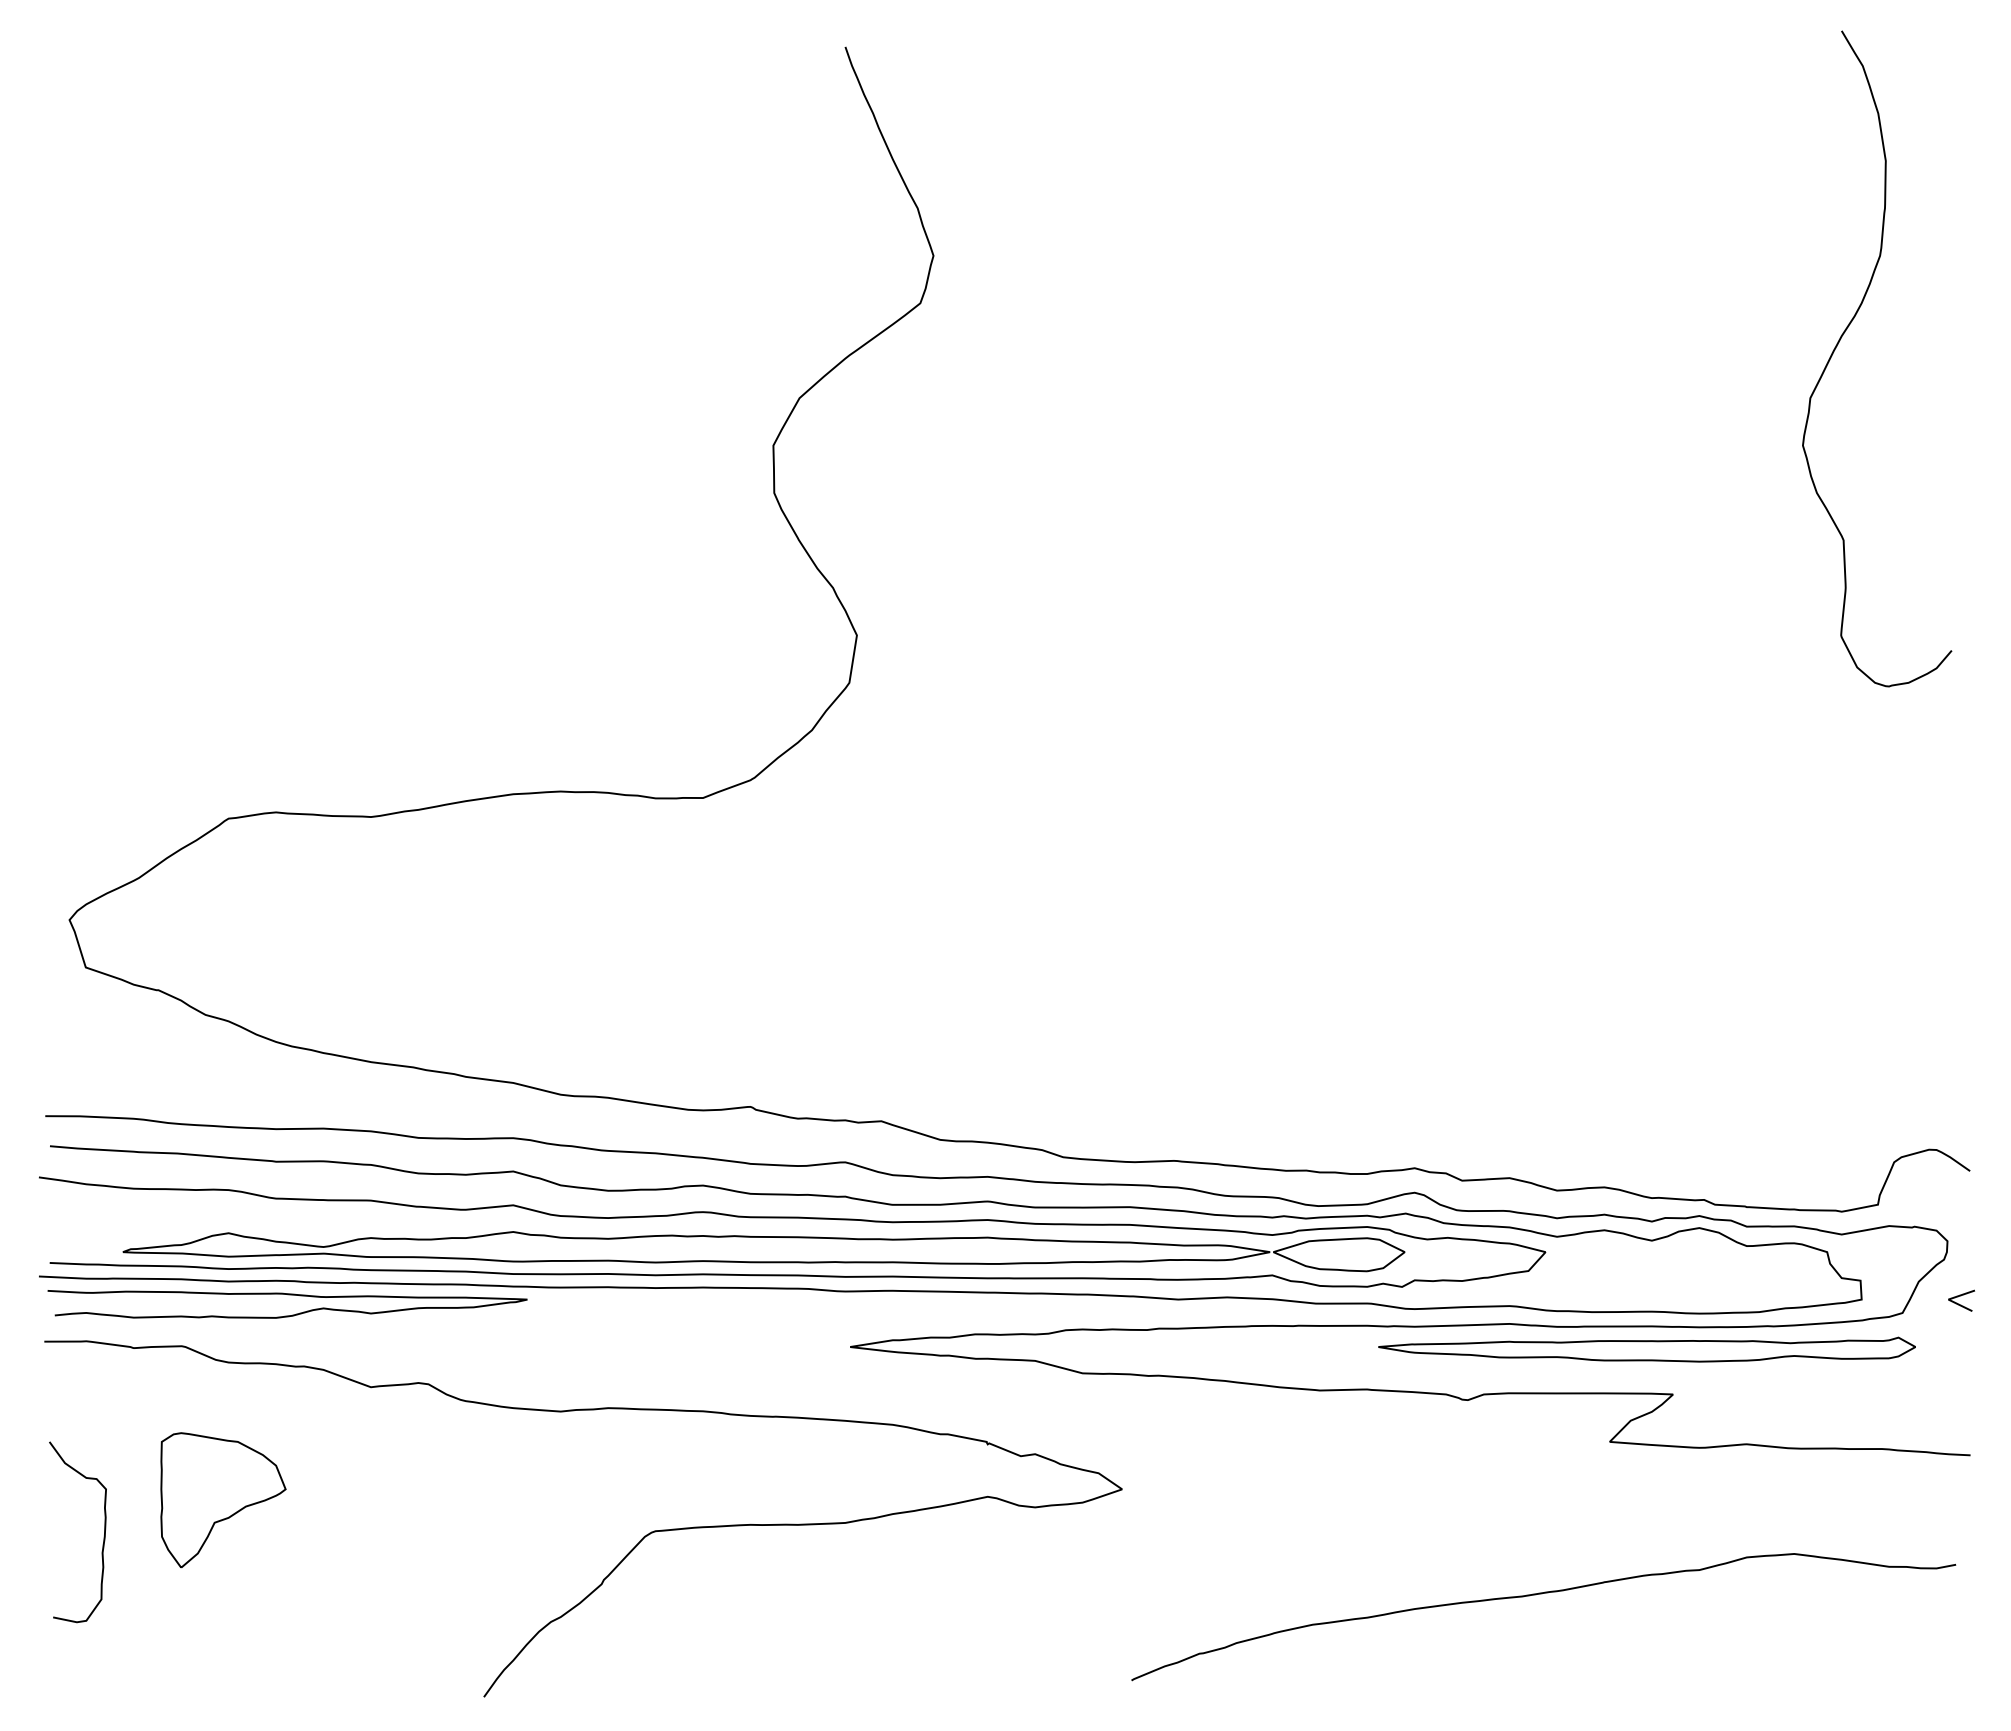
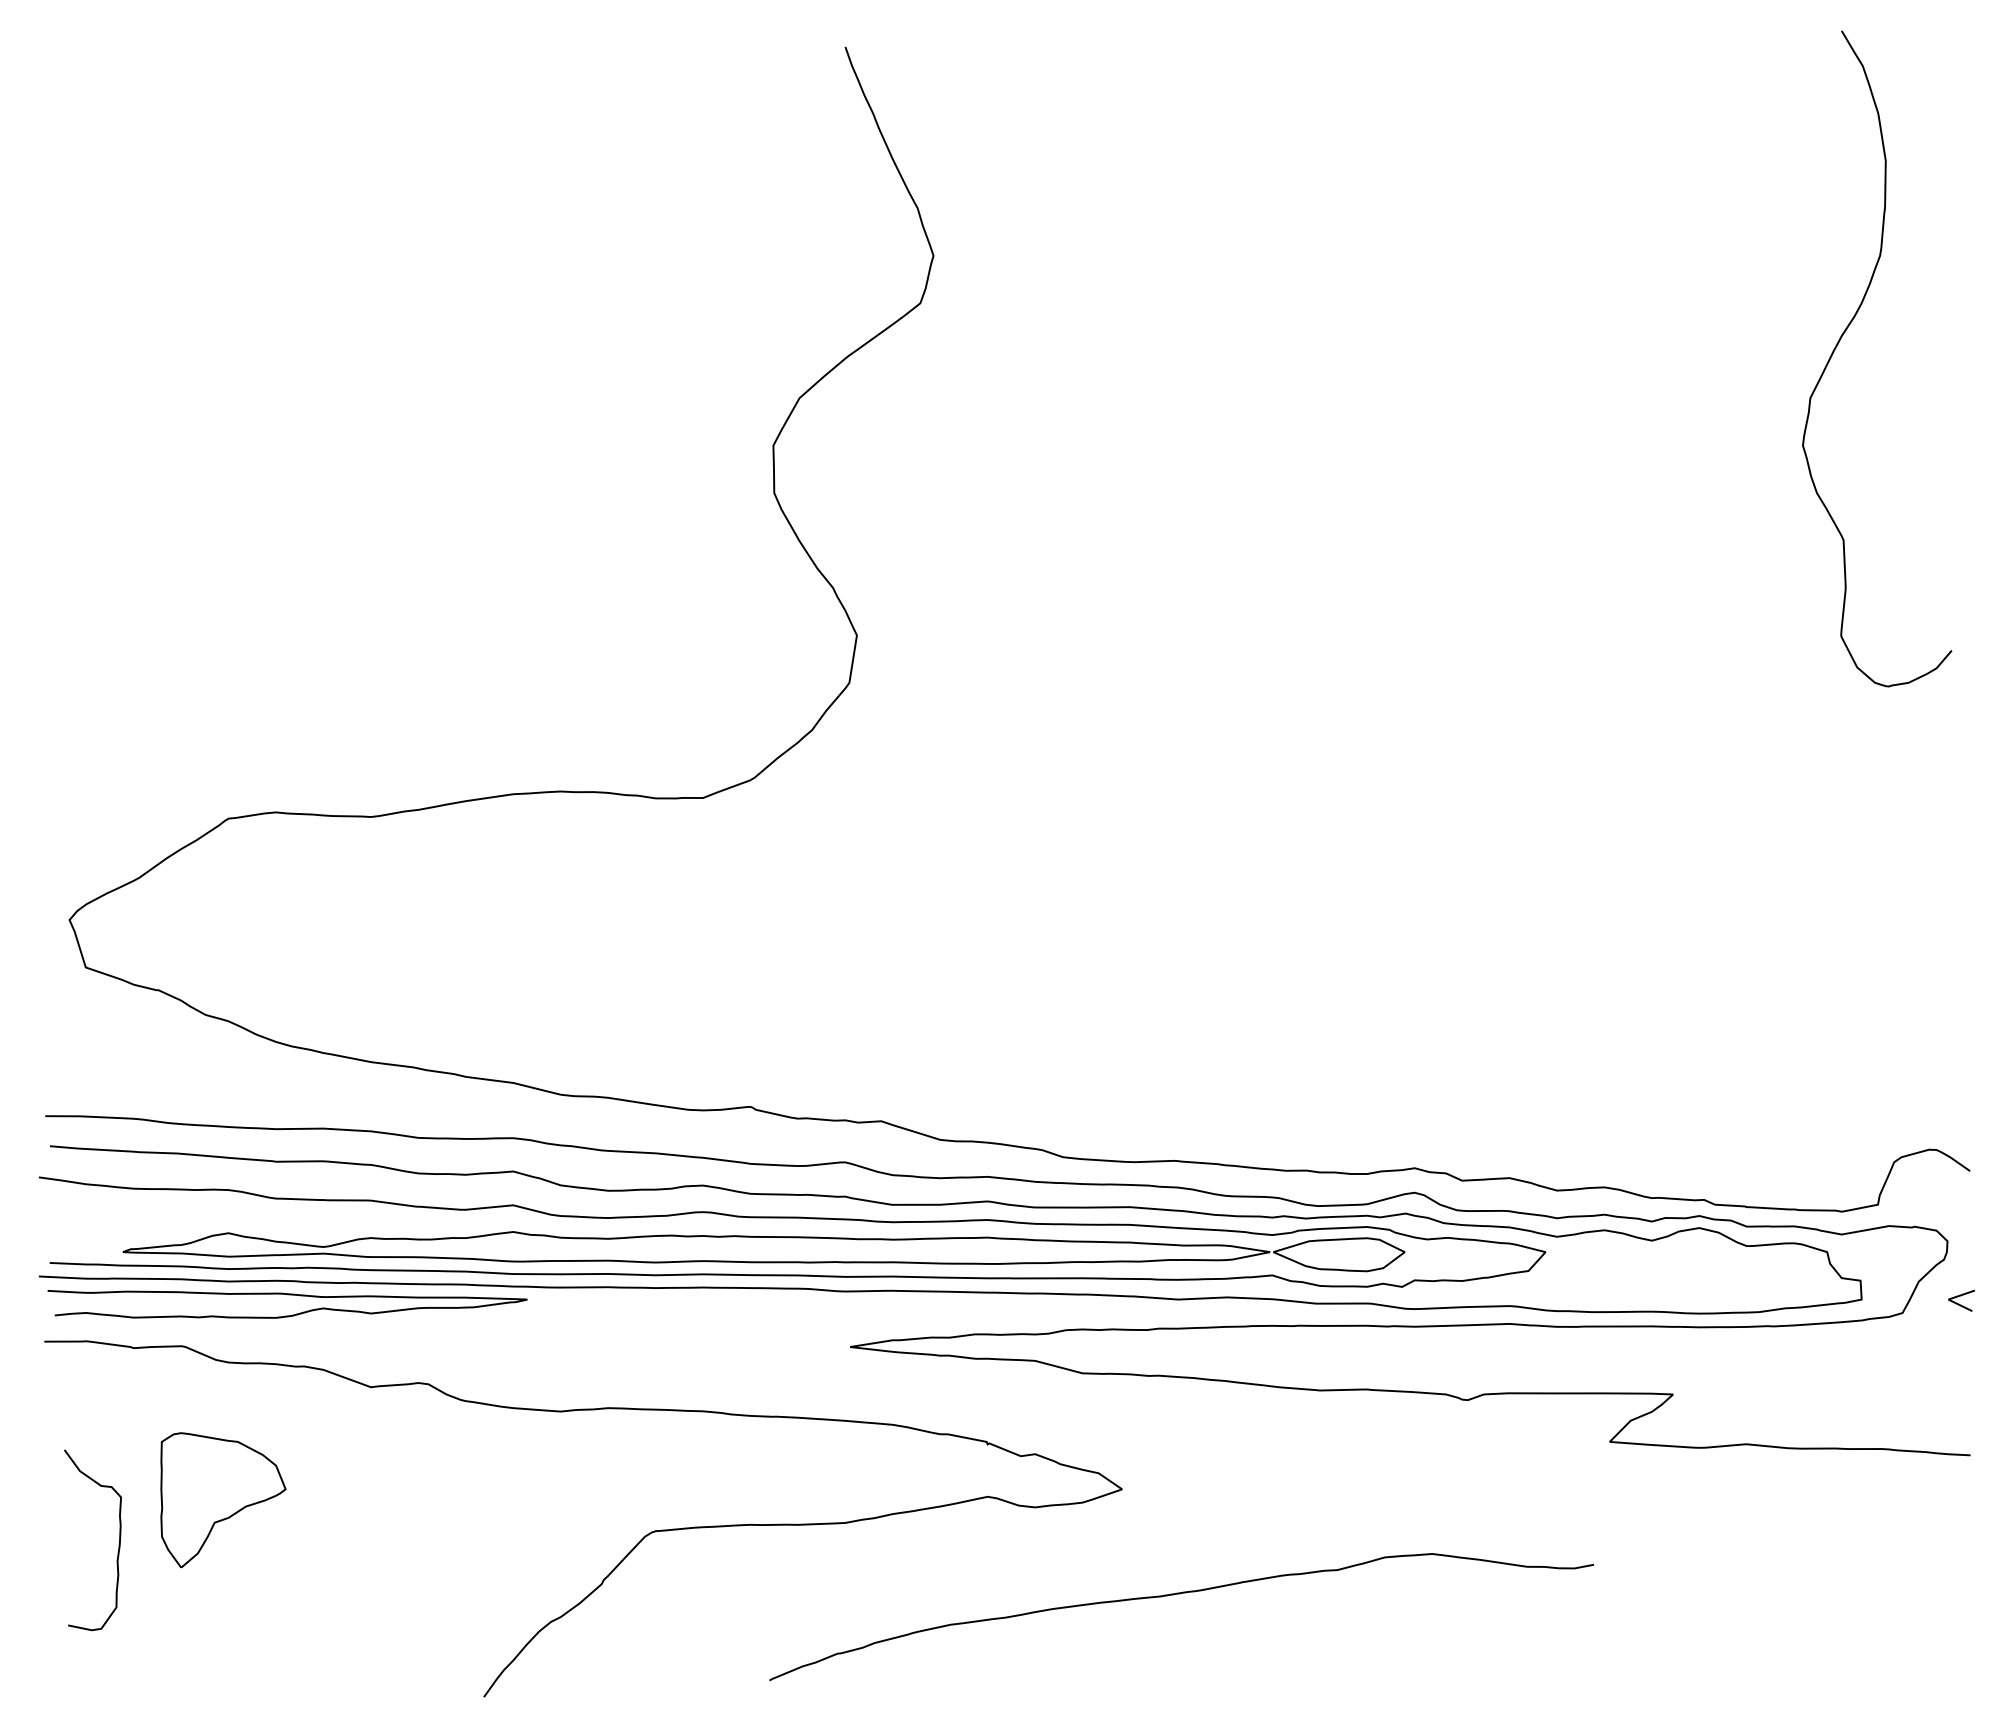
part at (1646, 1349): present -> none
curve at (103, 1536) position: (103, 1536) -> (118, 1544)
curve at (1542, 1594) position: (1542, 1594) -> (1180, 1594)
